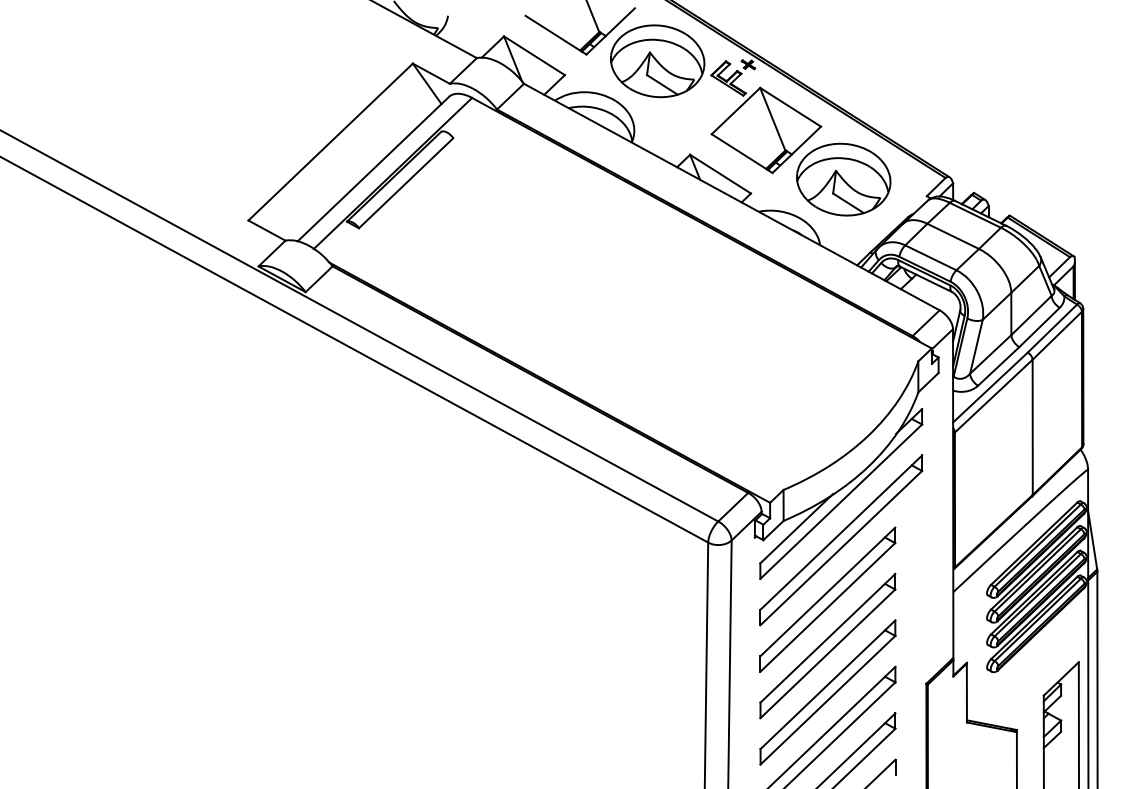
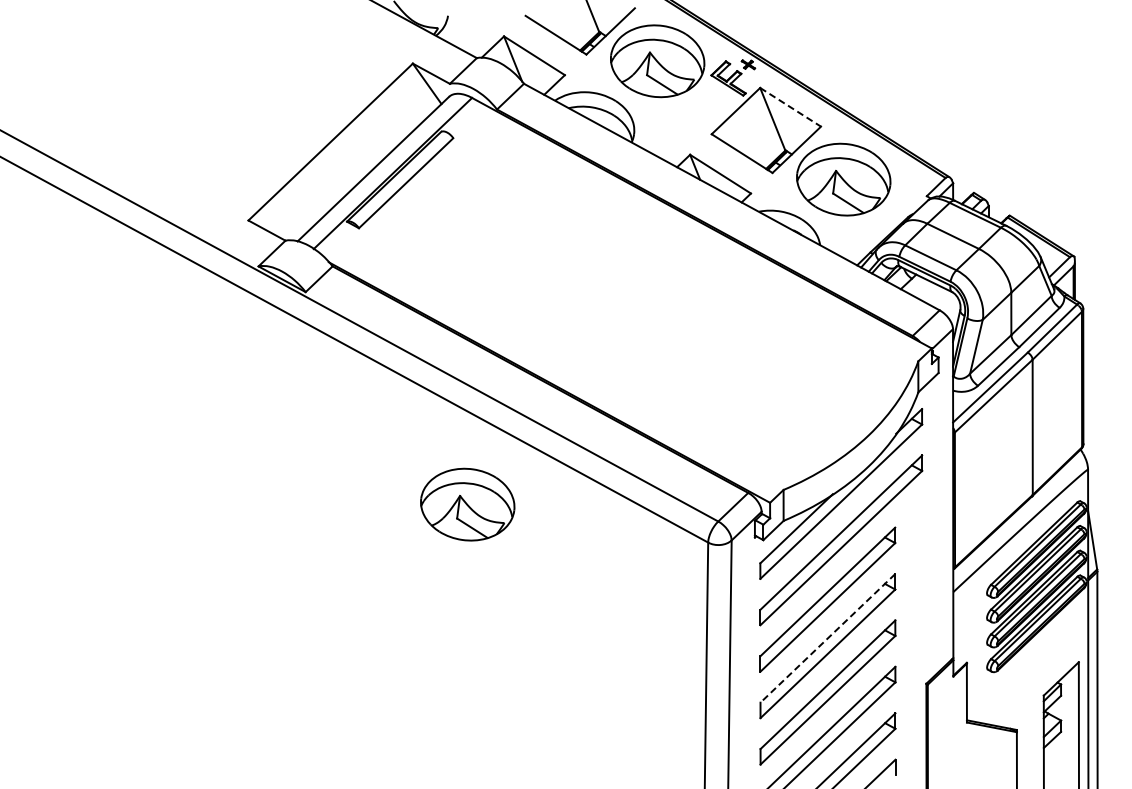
line at (791, 107): solid -> dashed
part at (467, 504): none -> present
line at (827, 638): solid -> dashed
